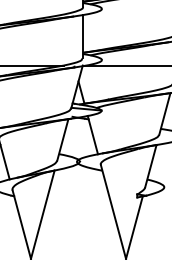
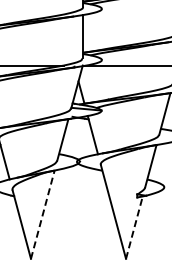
line at (42, 214): solid -> dashed
line at (134, 227): solid -> dashed
